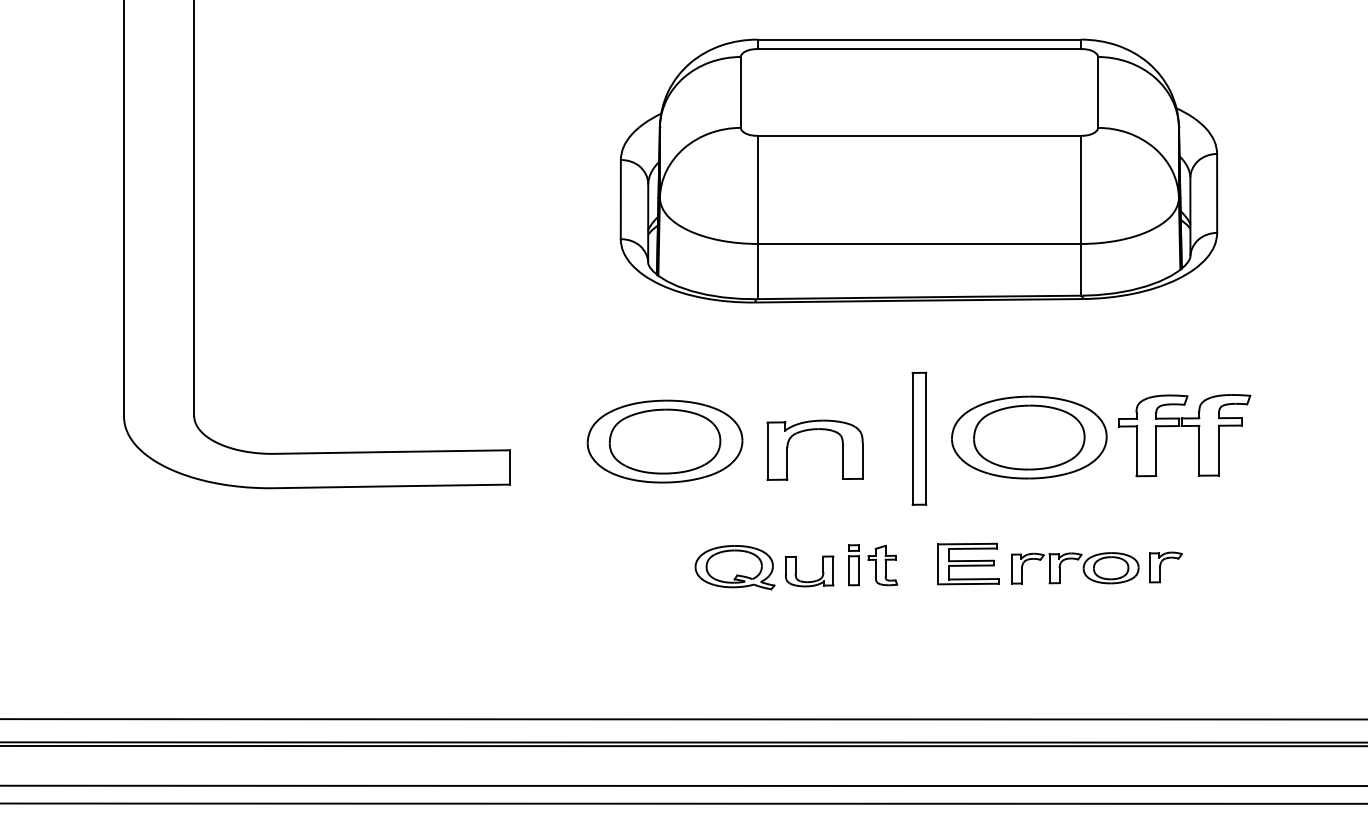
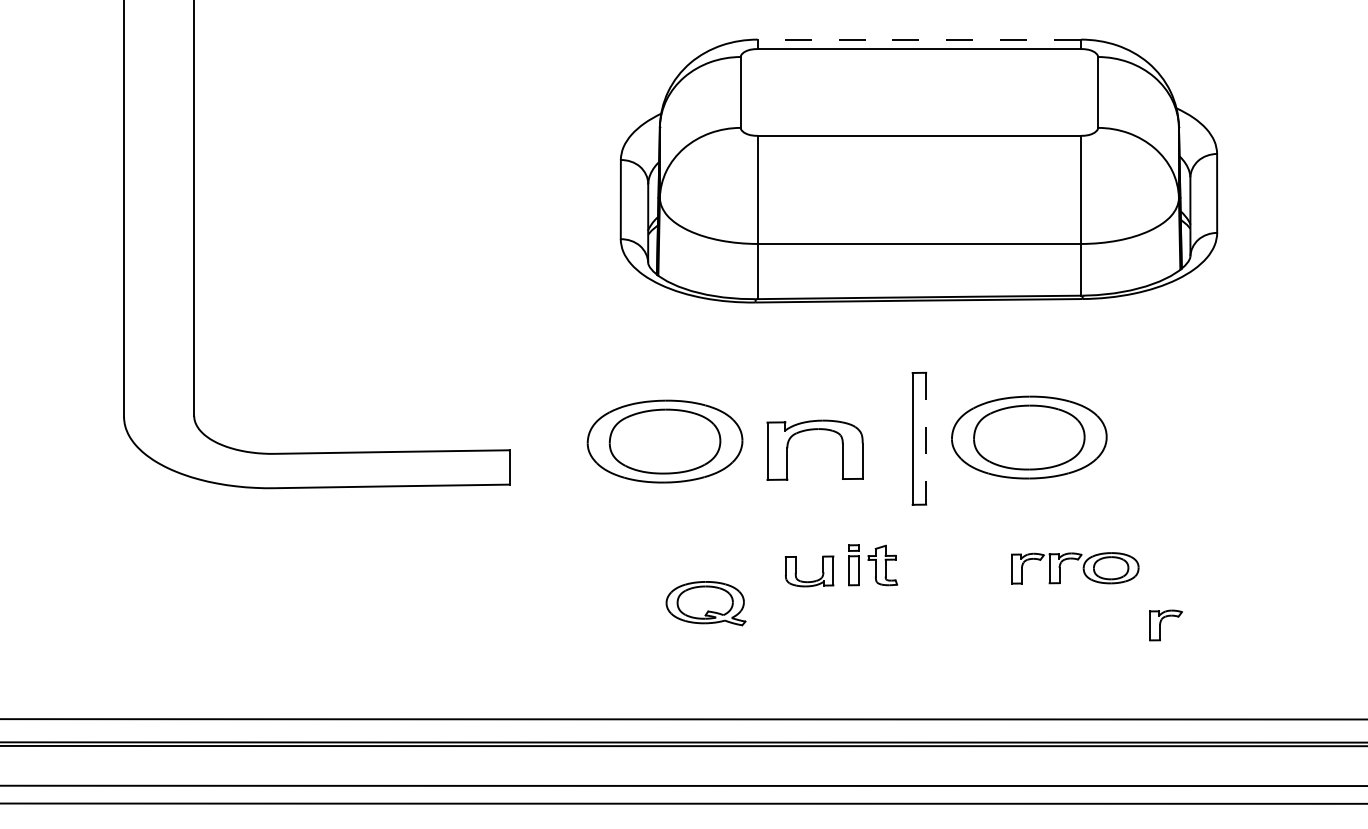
line at (919, 39): solid -> dashed
part at (1184, 426): present -> none
line at (926, 438): solid -> dashed
part at (968, 563): present -> none
part at (734, 567) position: (734, 567) -> (705, 603)
part at (1165, 567) position: (1165, 567) -> (1165, 625)
